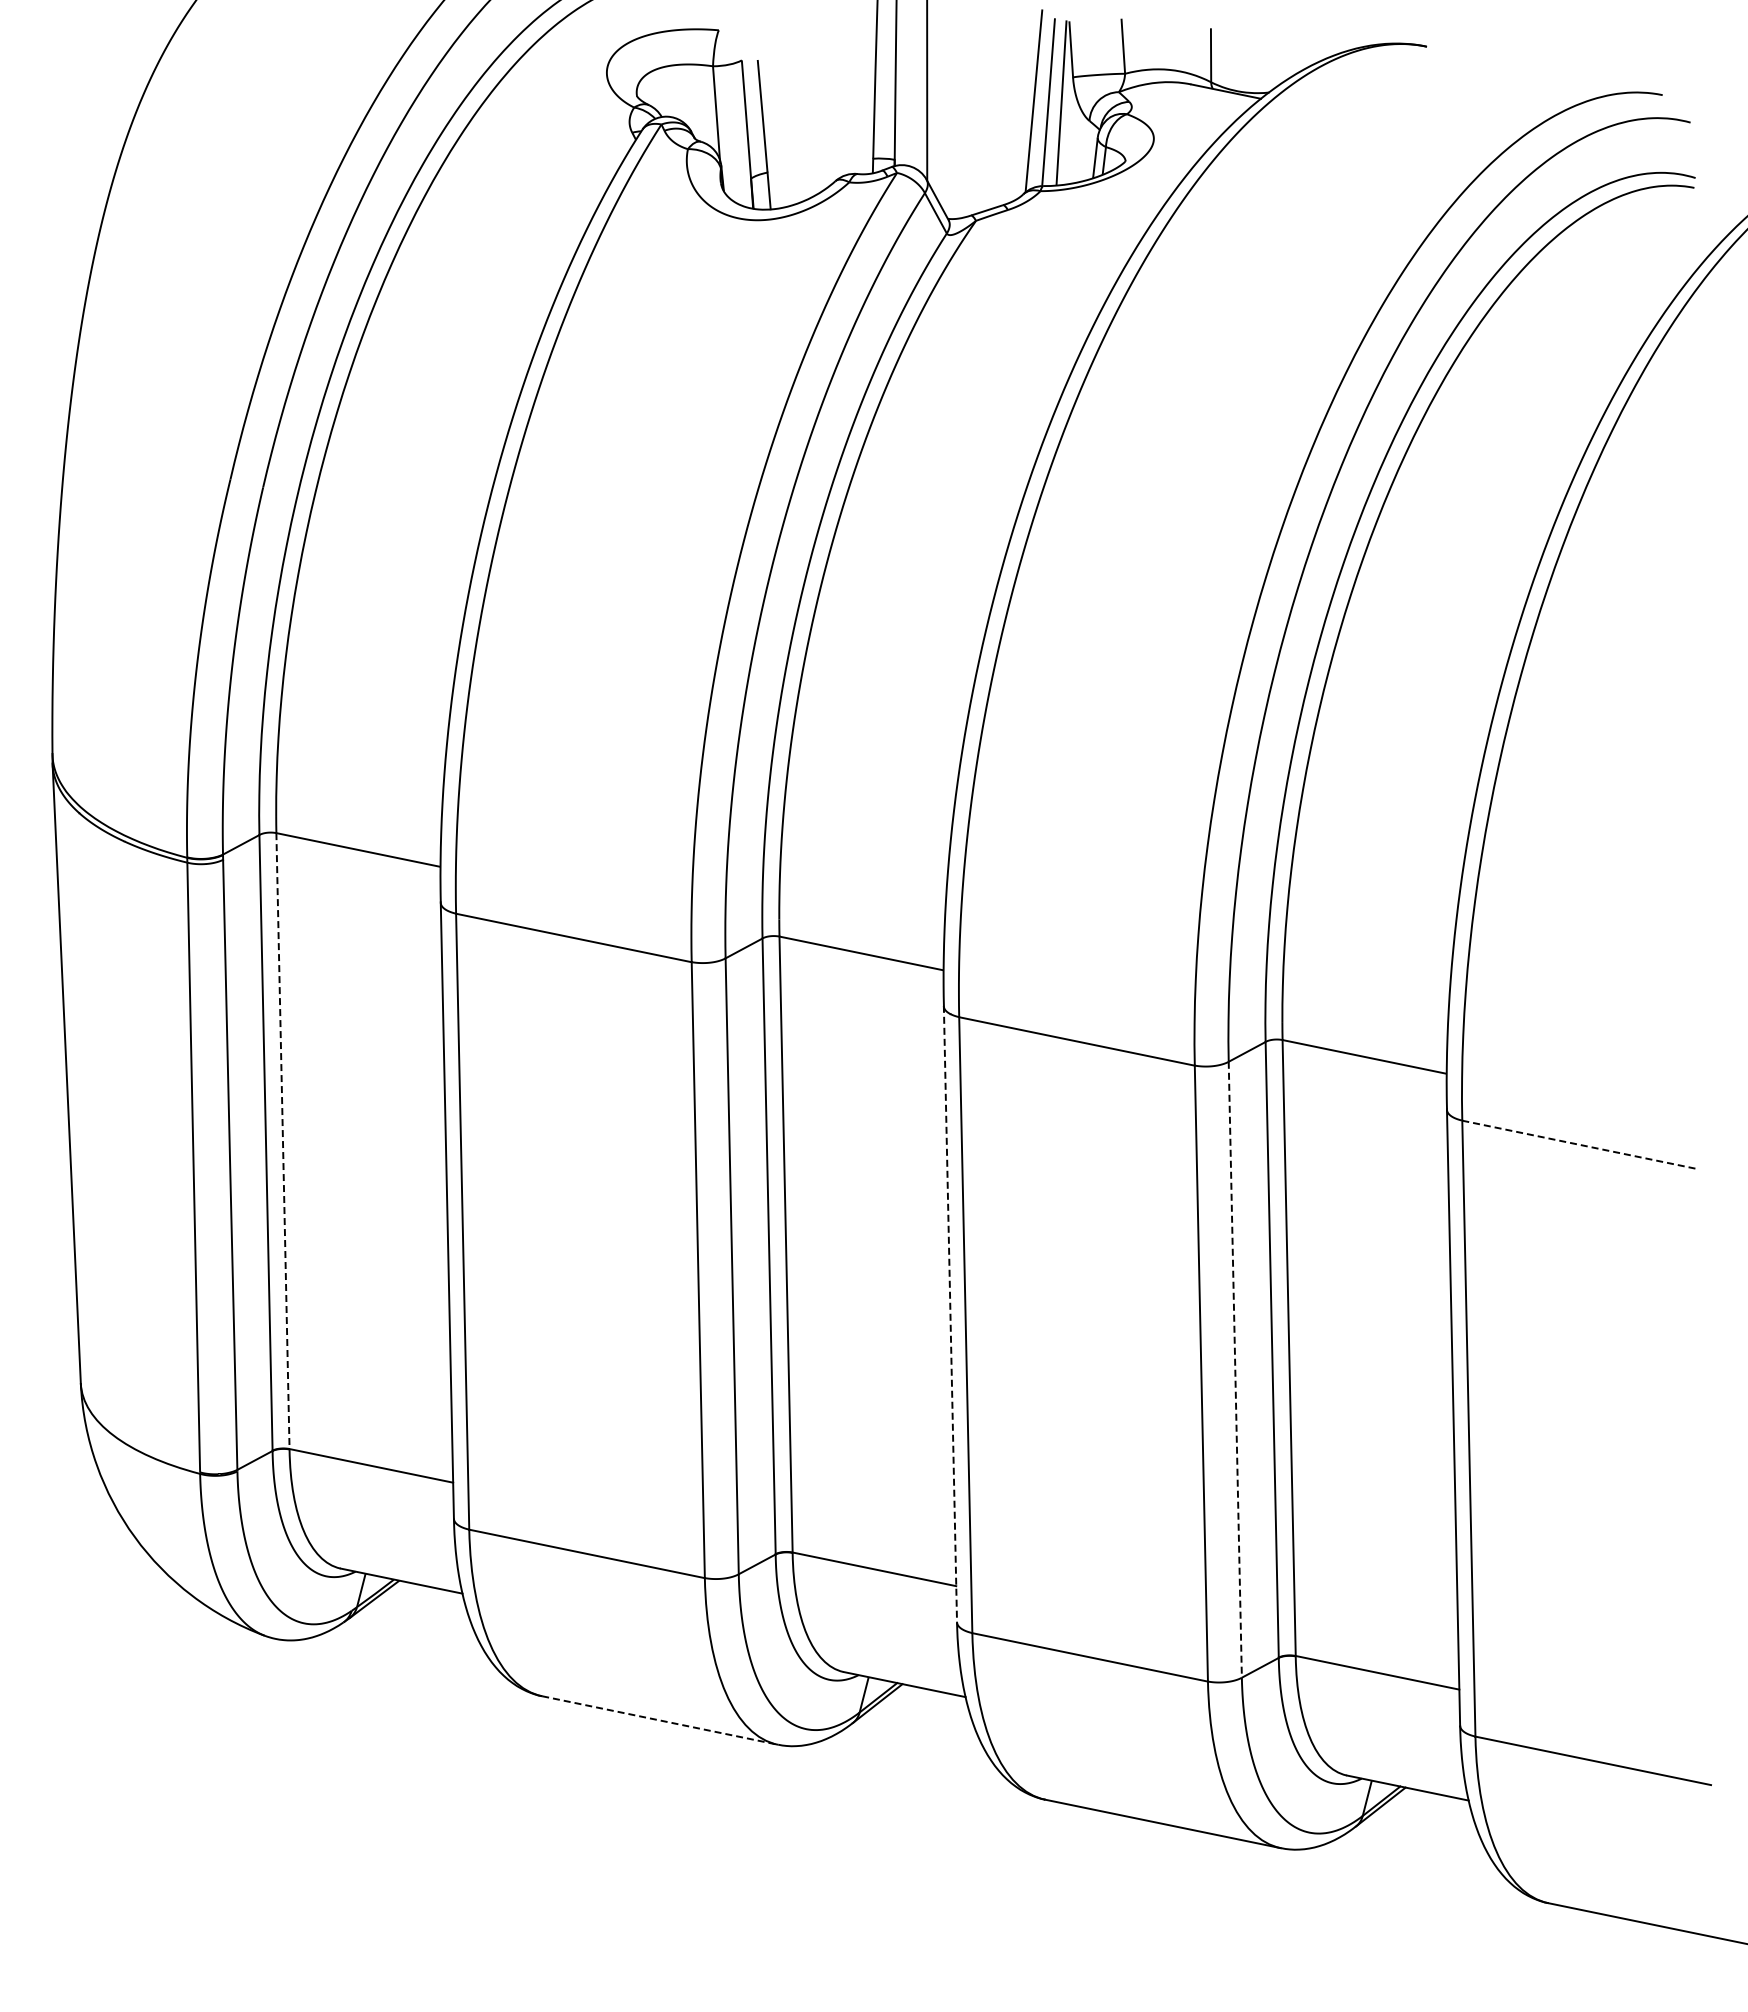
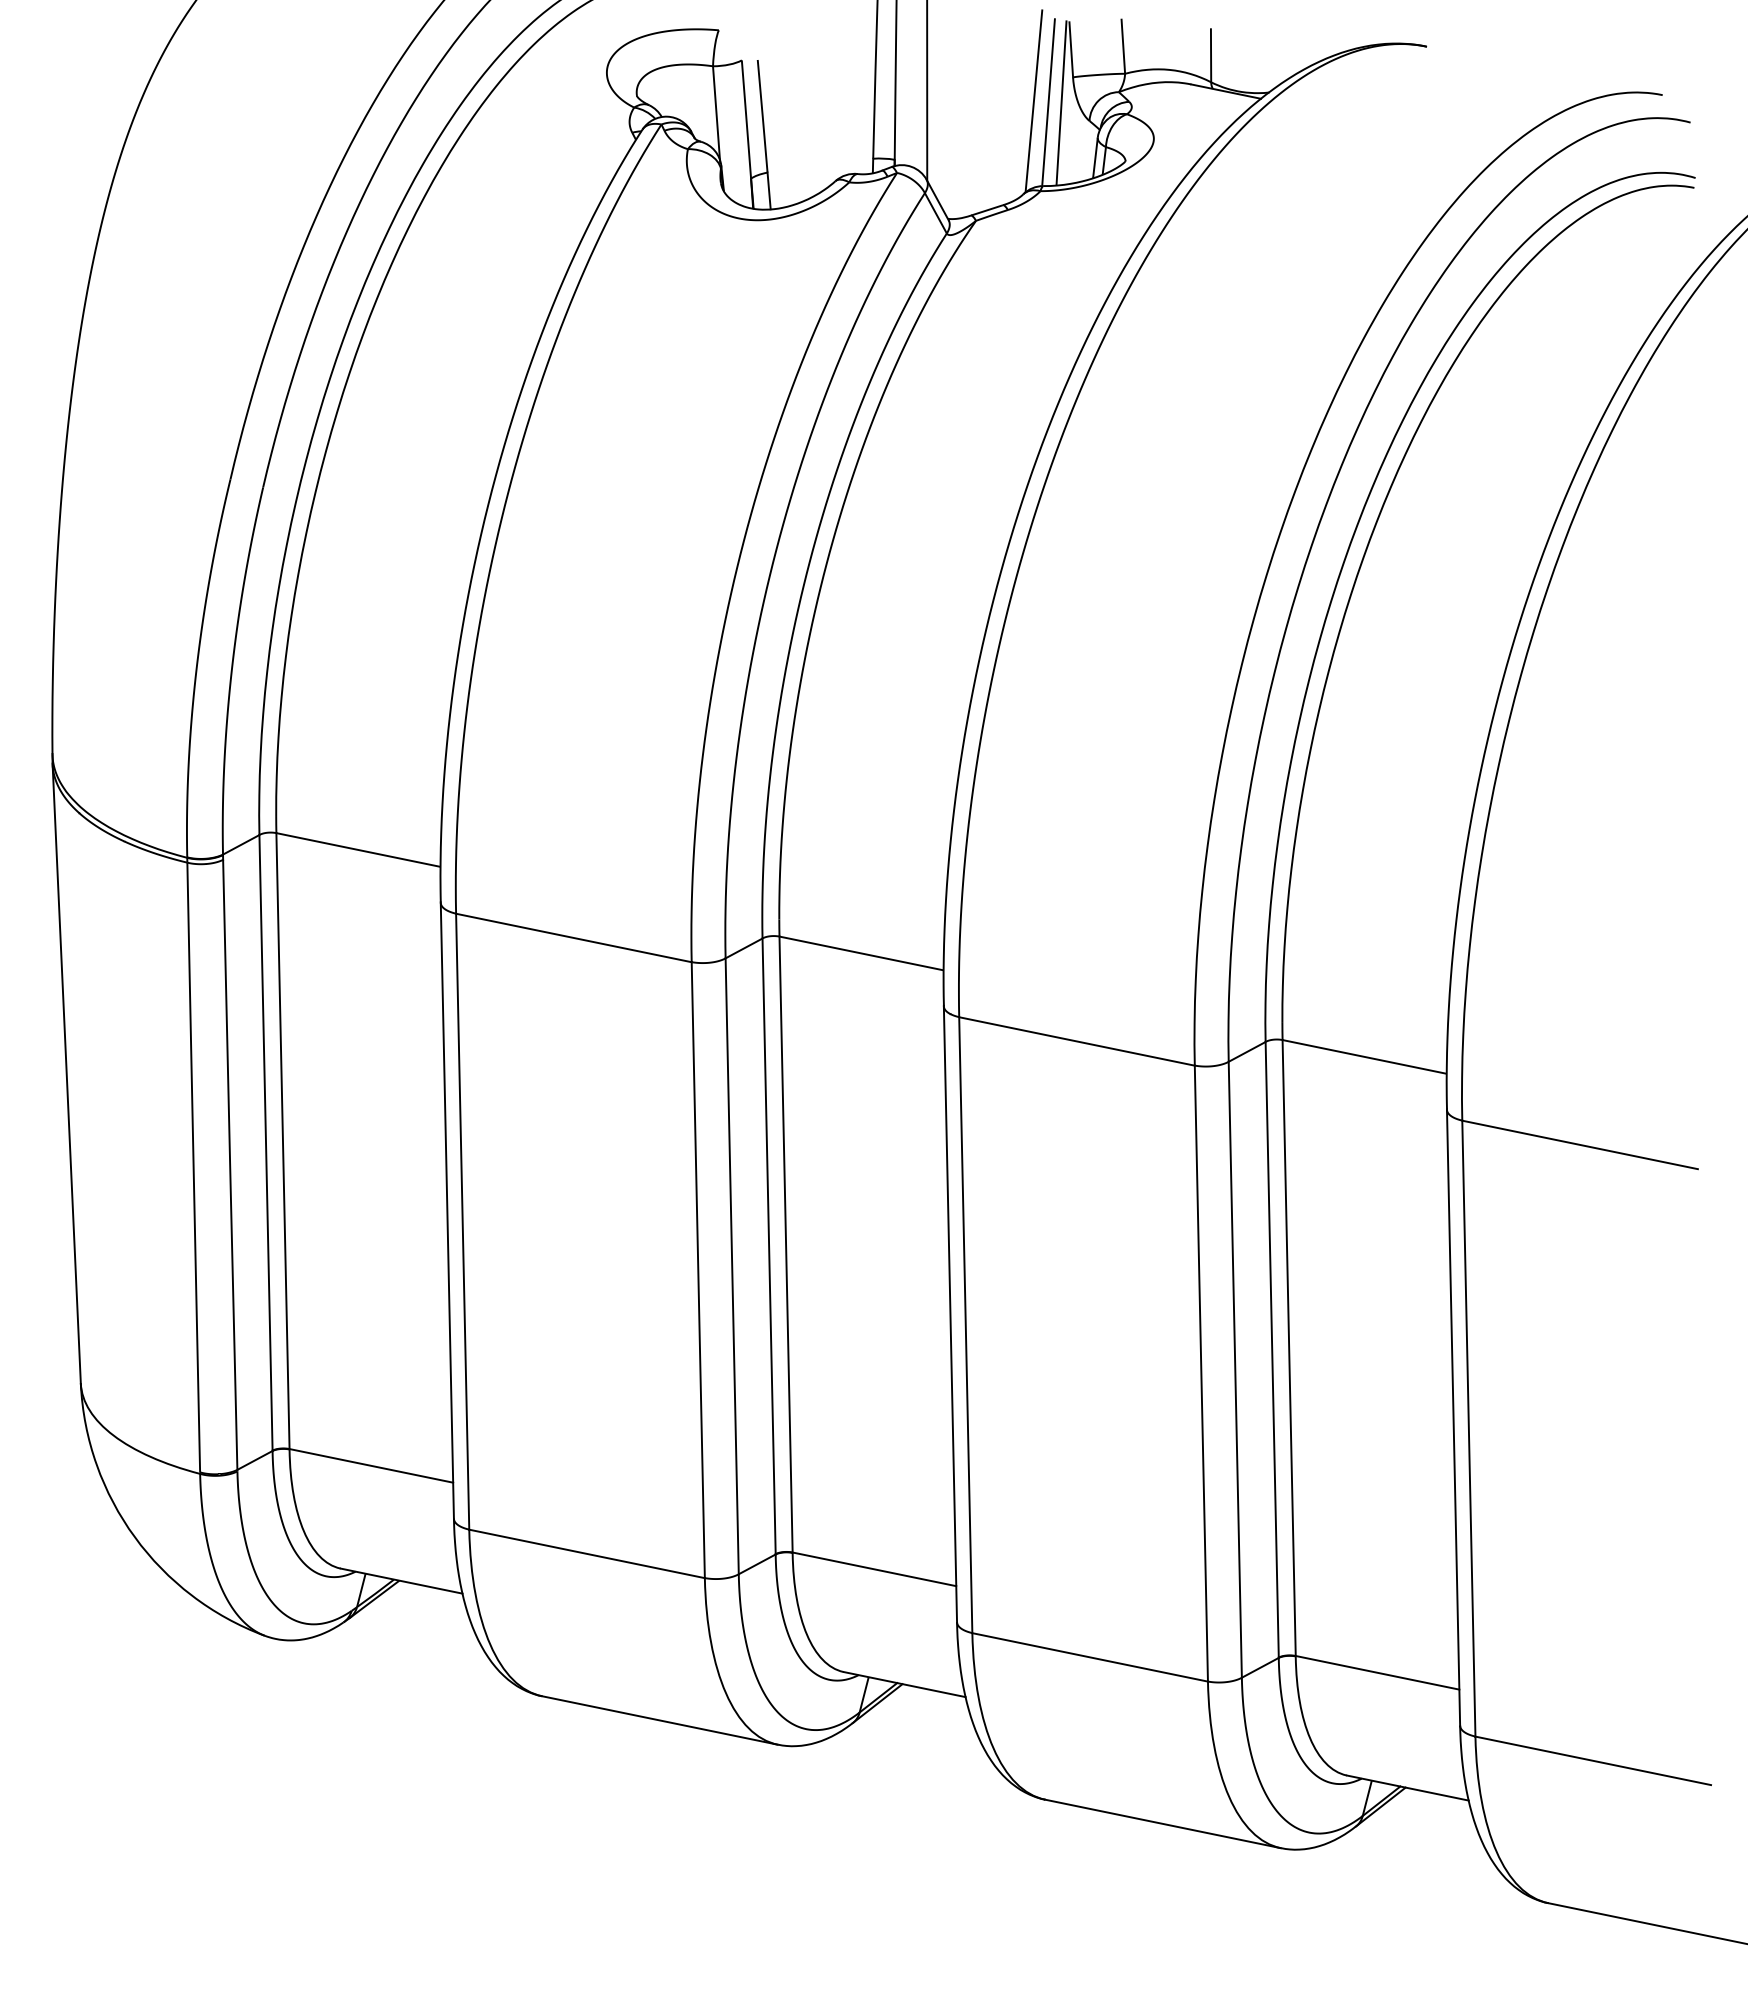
line at (282, 1141): dashed -> solid
line at (1580, 1145): dashed -> solid
line at (950, 1314): dashed -> solid
line at (1235, 1370): dashed -> solid
line at (660, 1720): dashed -> solid
